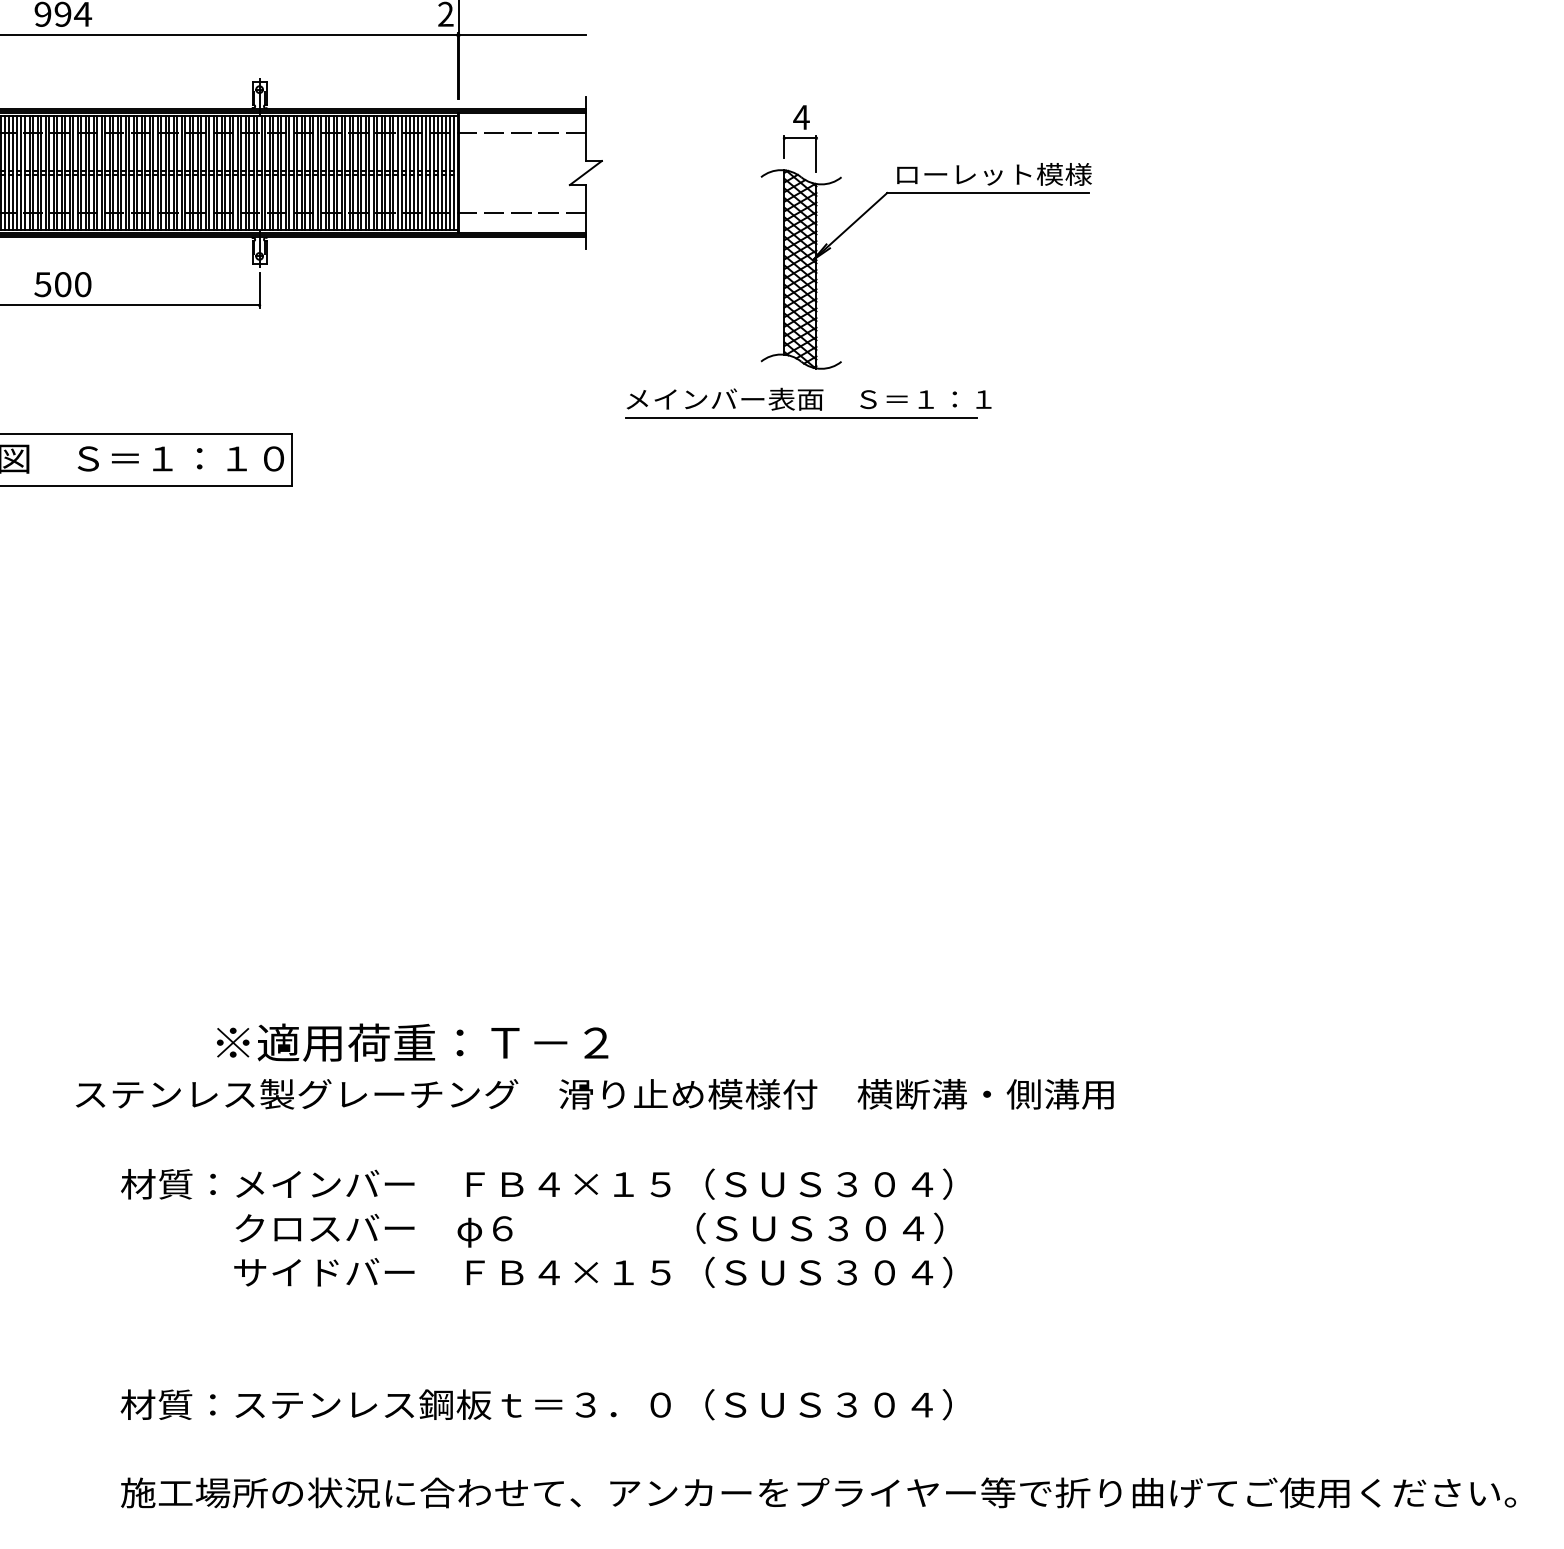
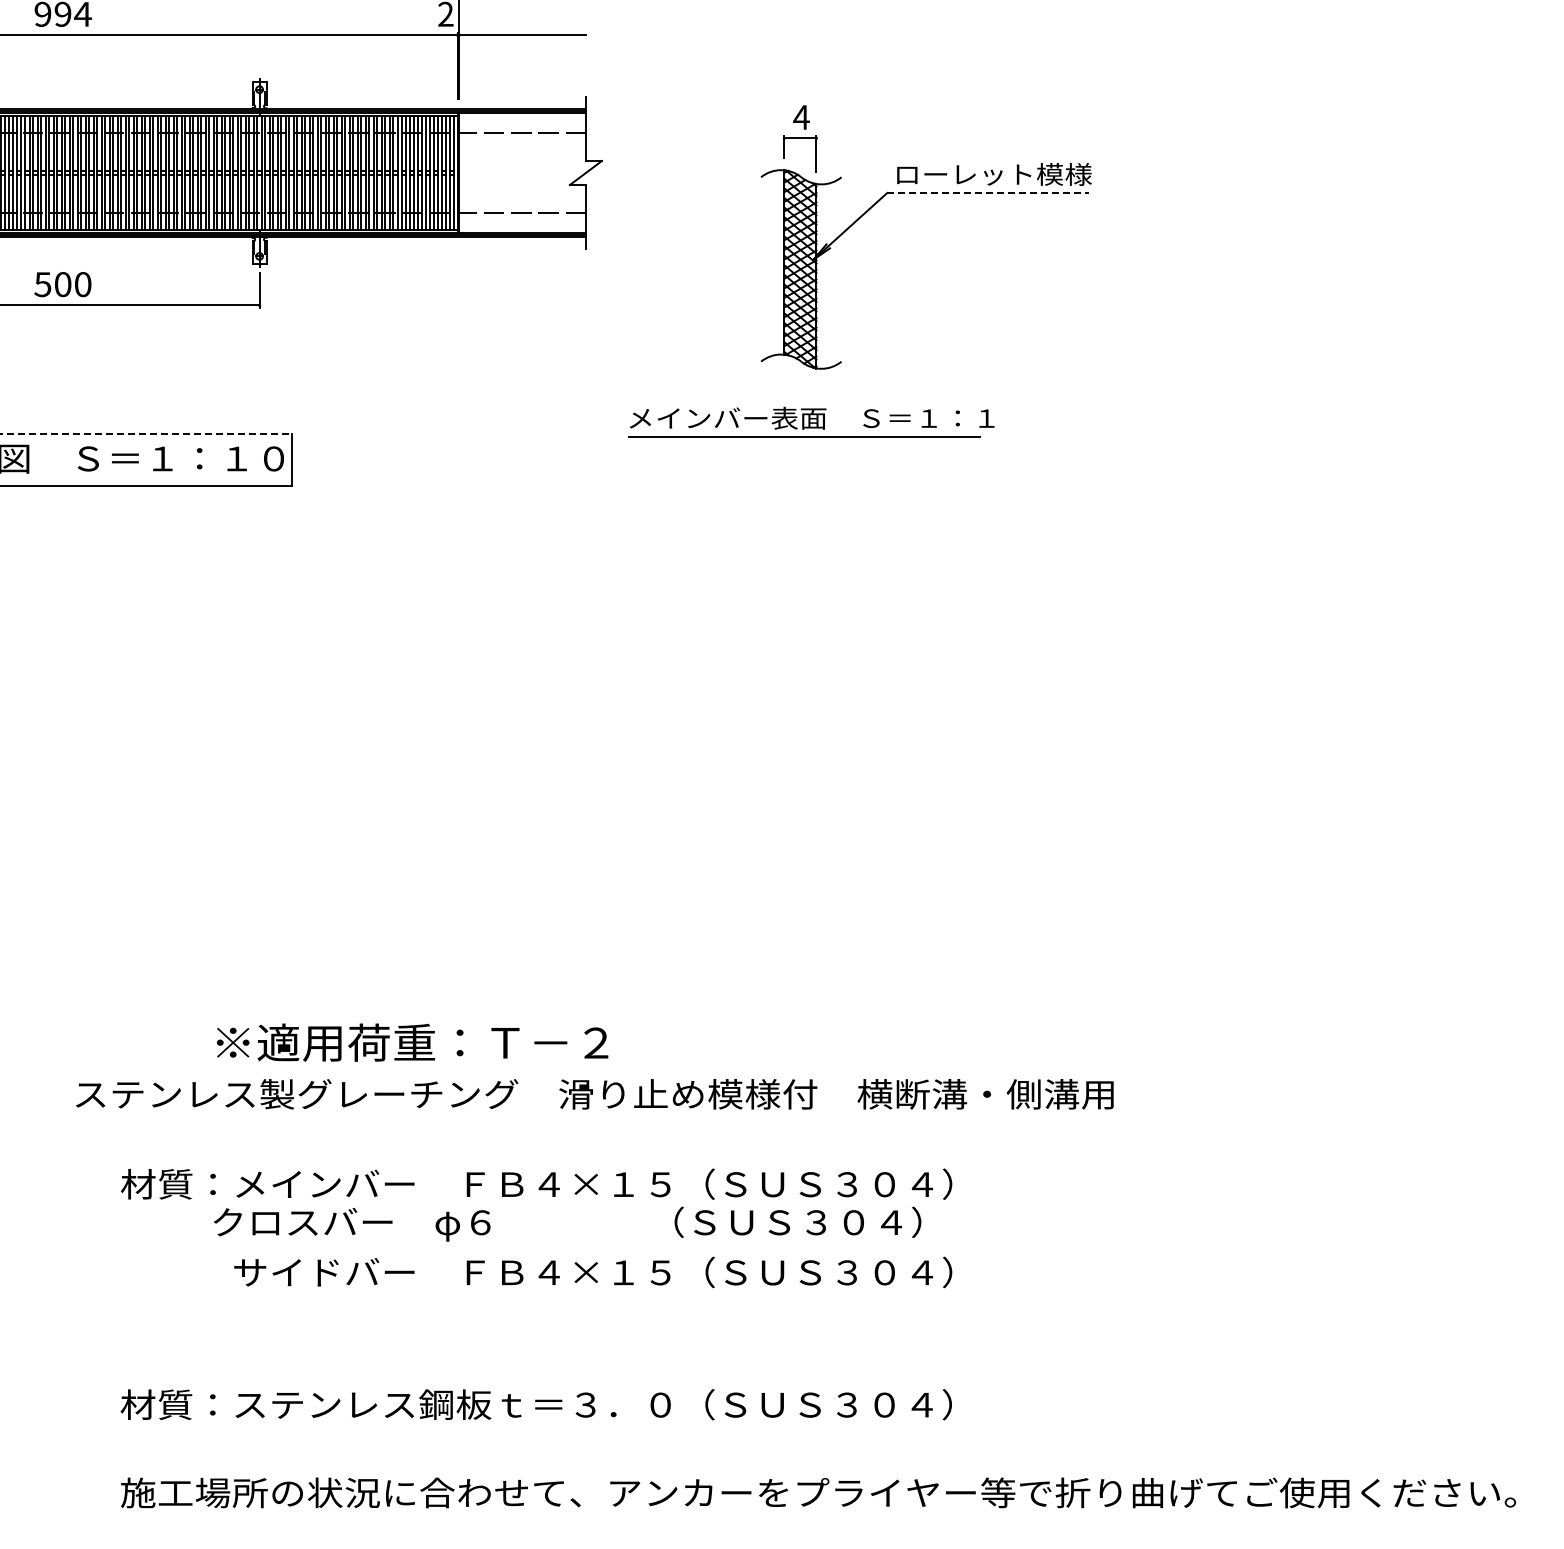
line at (988, 193): solid -> dashed
part at (808, 402) position: (808, 402) -> (811, 421)
line at (146, 433): solid -> dashed
text at (589, 1229) position: (589, 1229) -> (567, 1223)
